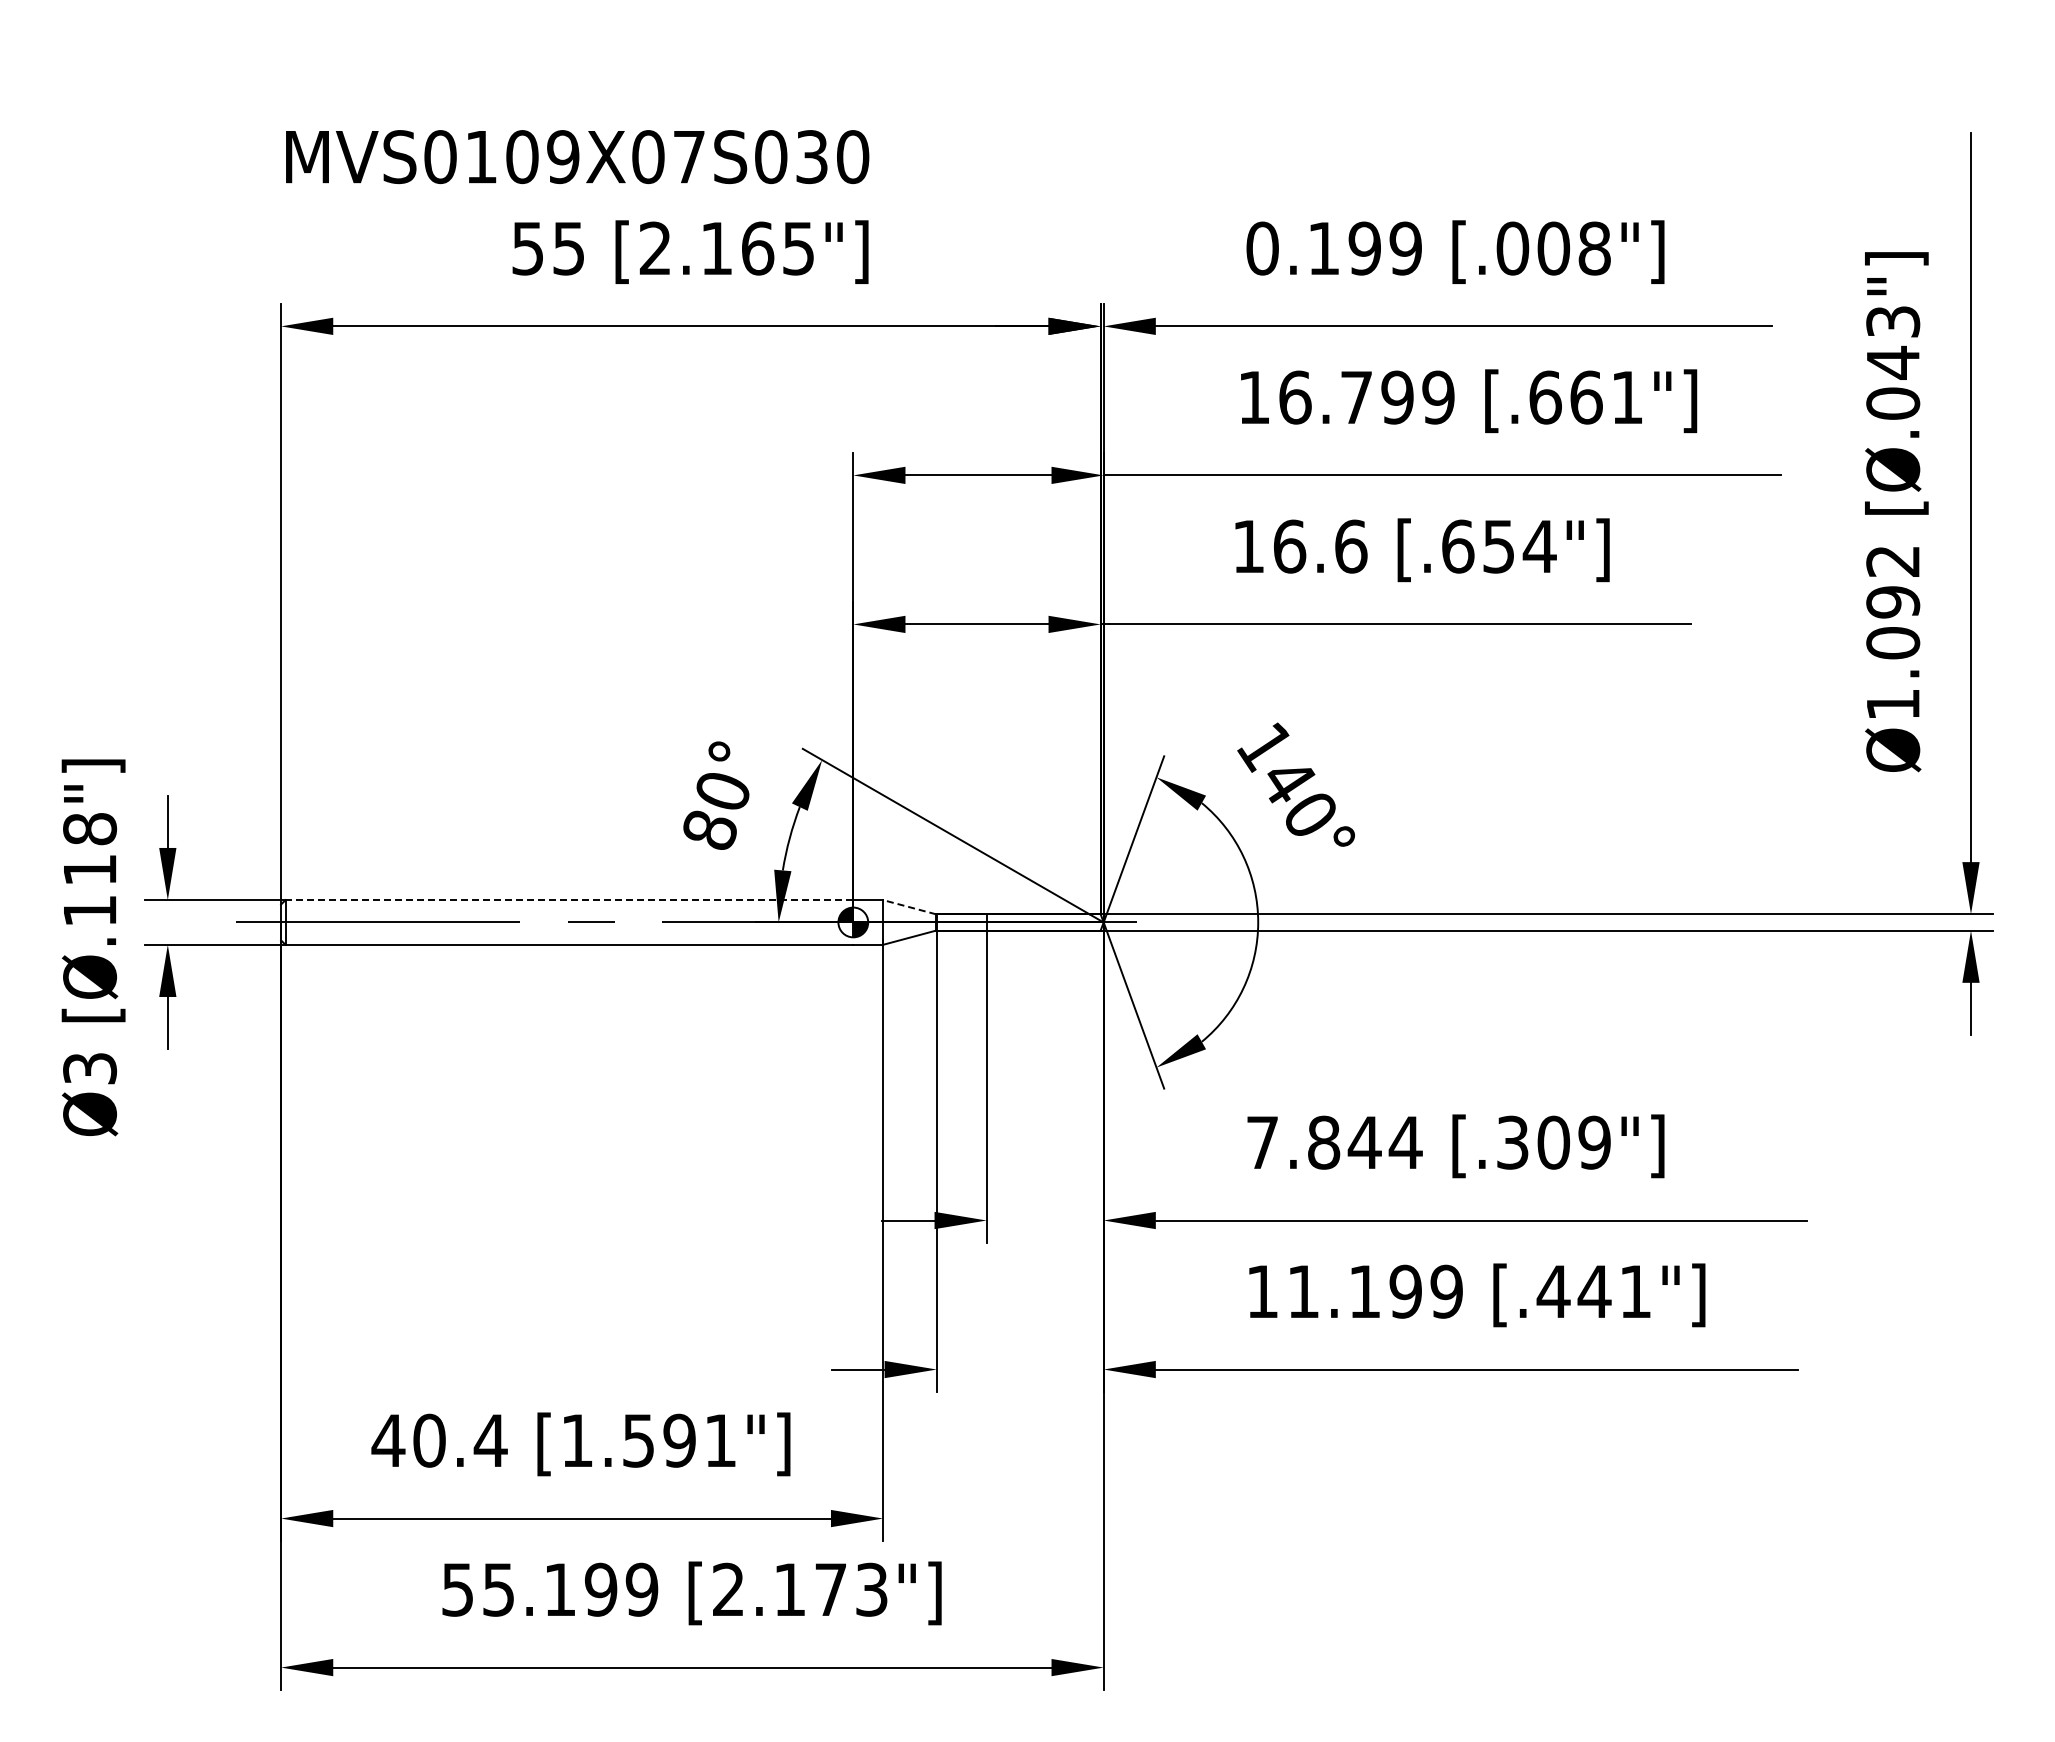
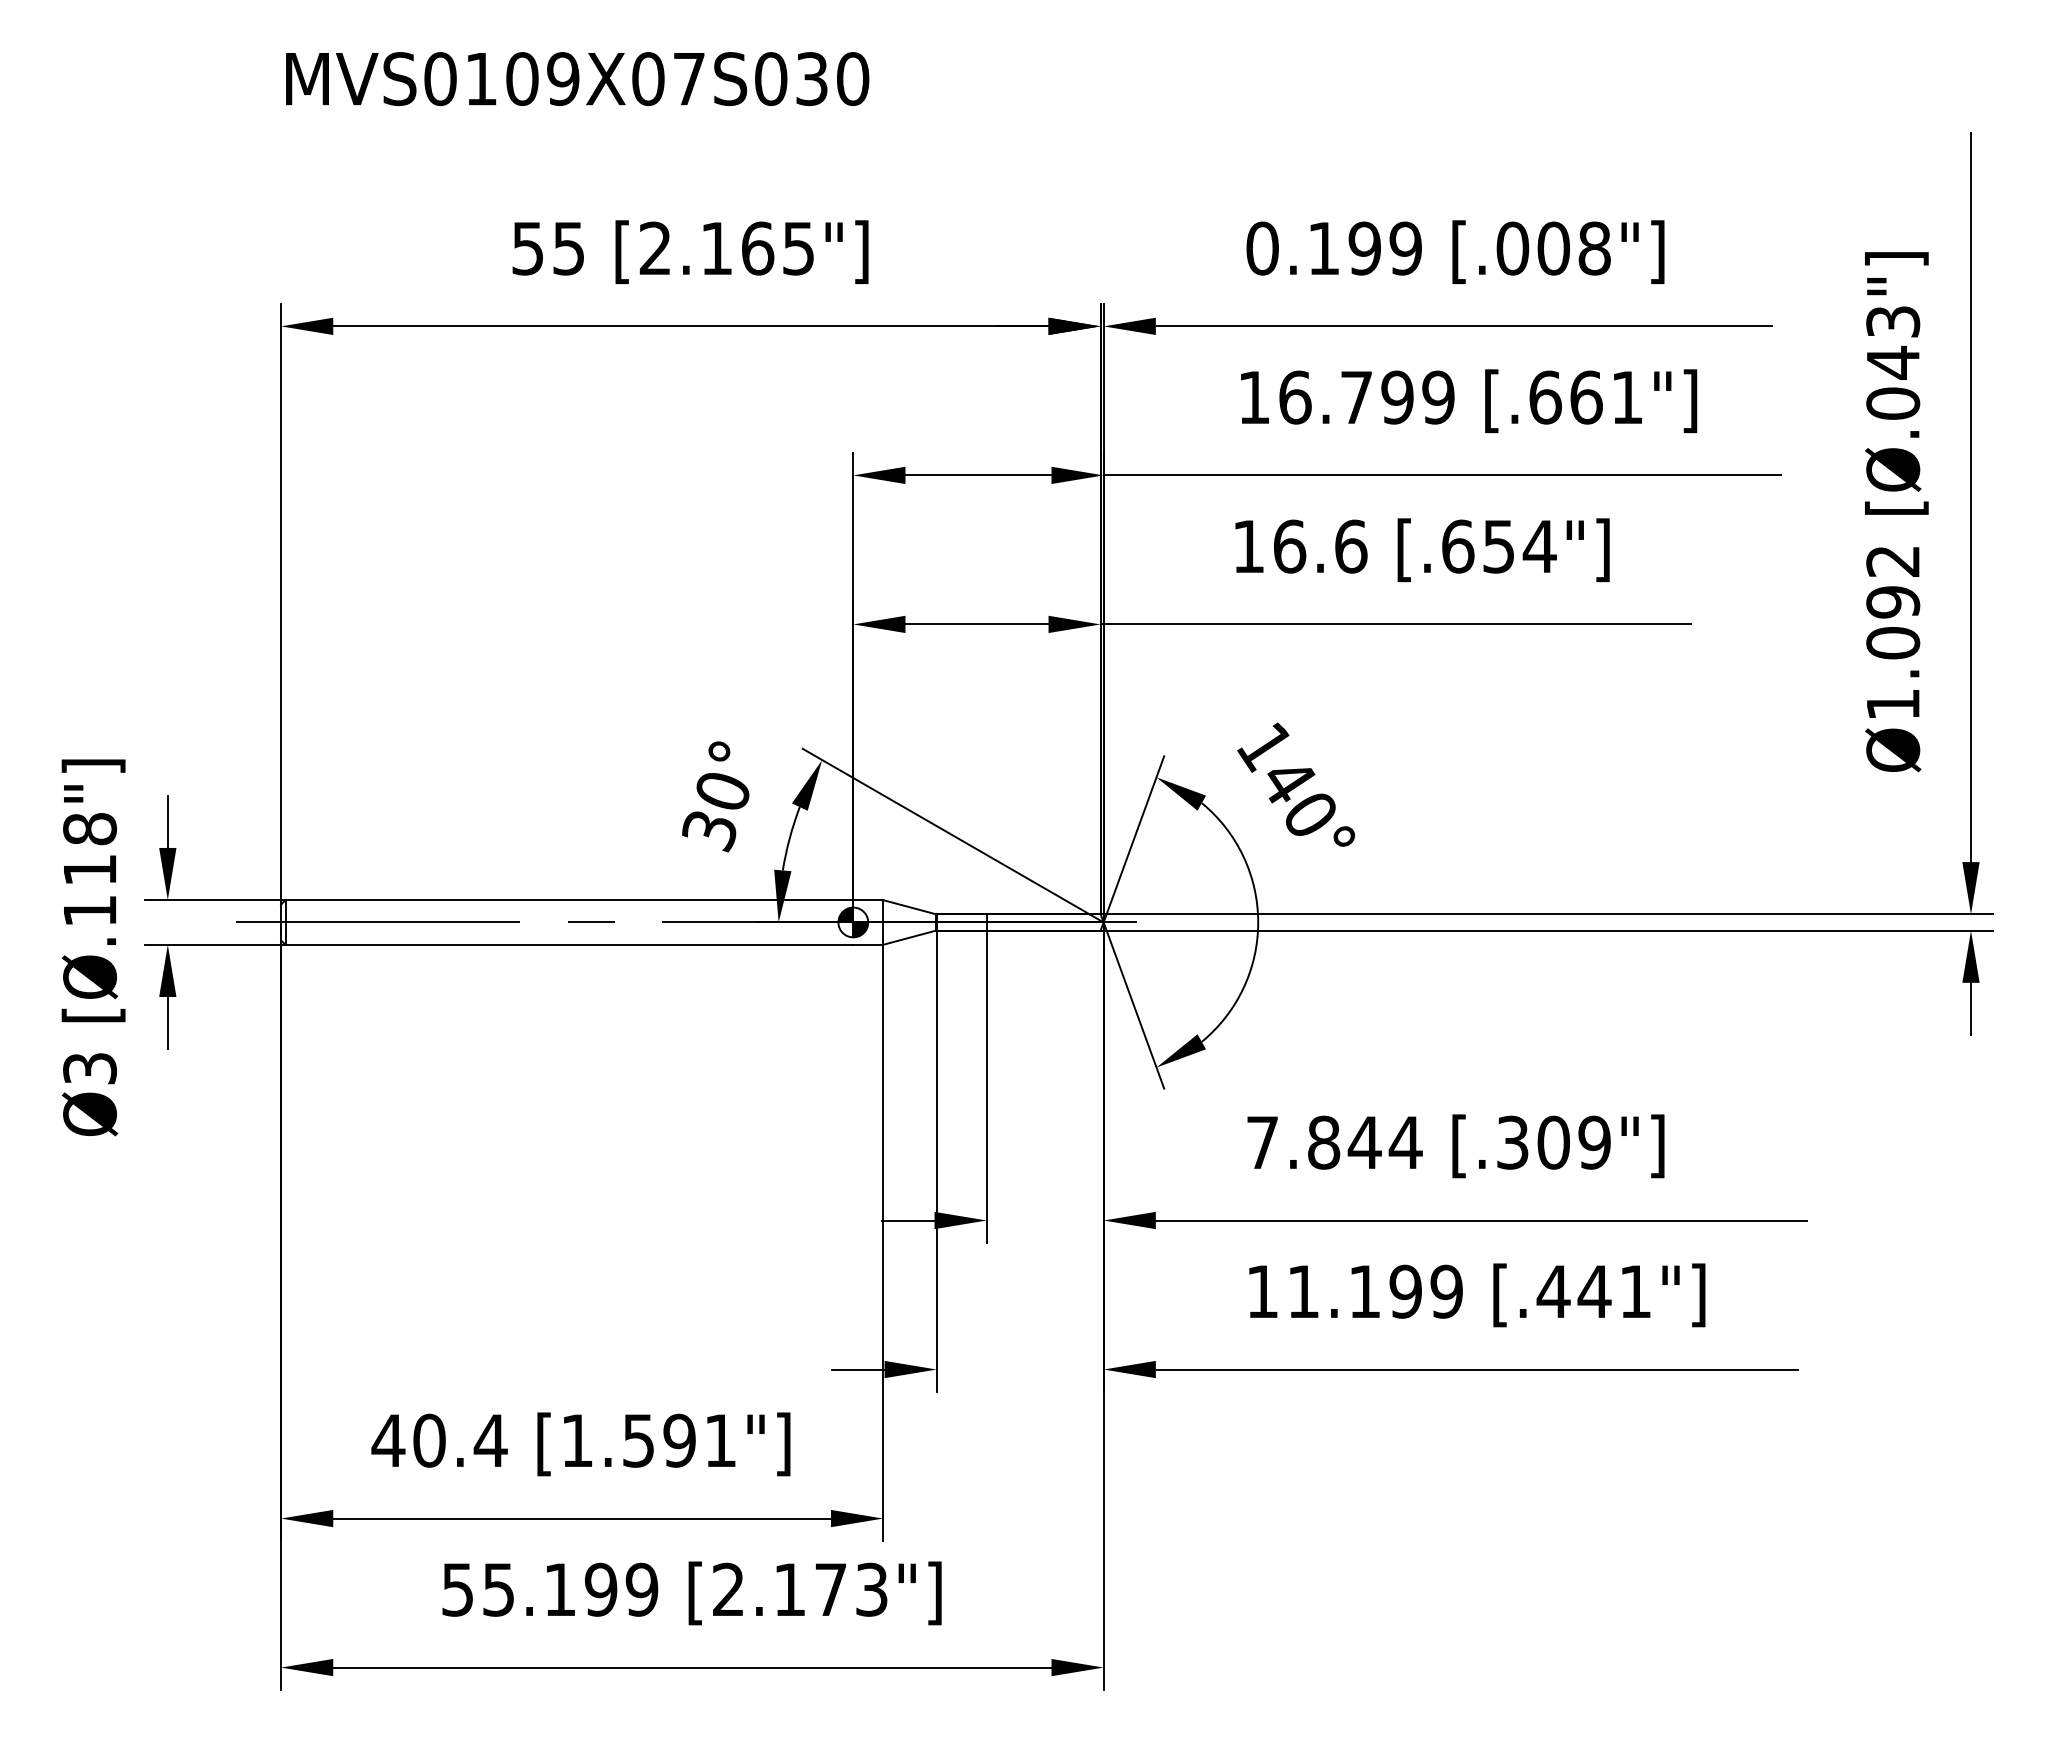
text at (577, 157) position: (577, 157) -> (577, 79)
text at (709, 831): 80° -> 30°
line at (569, 900): dashed -> solid
line at (909, 907): dashed -> solid
